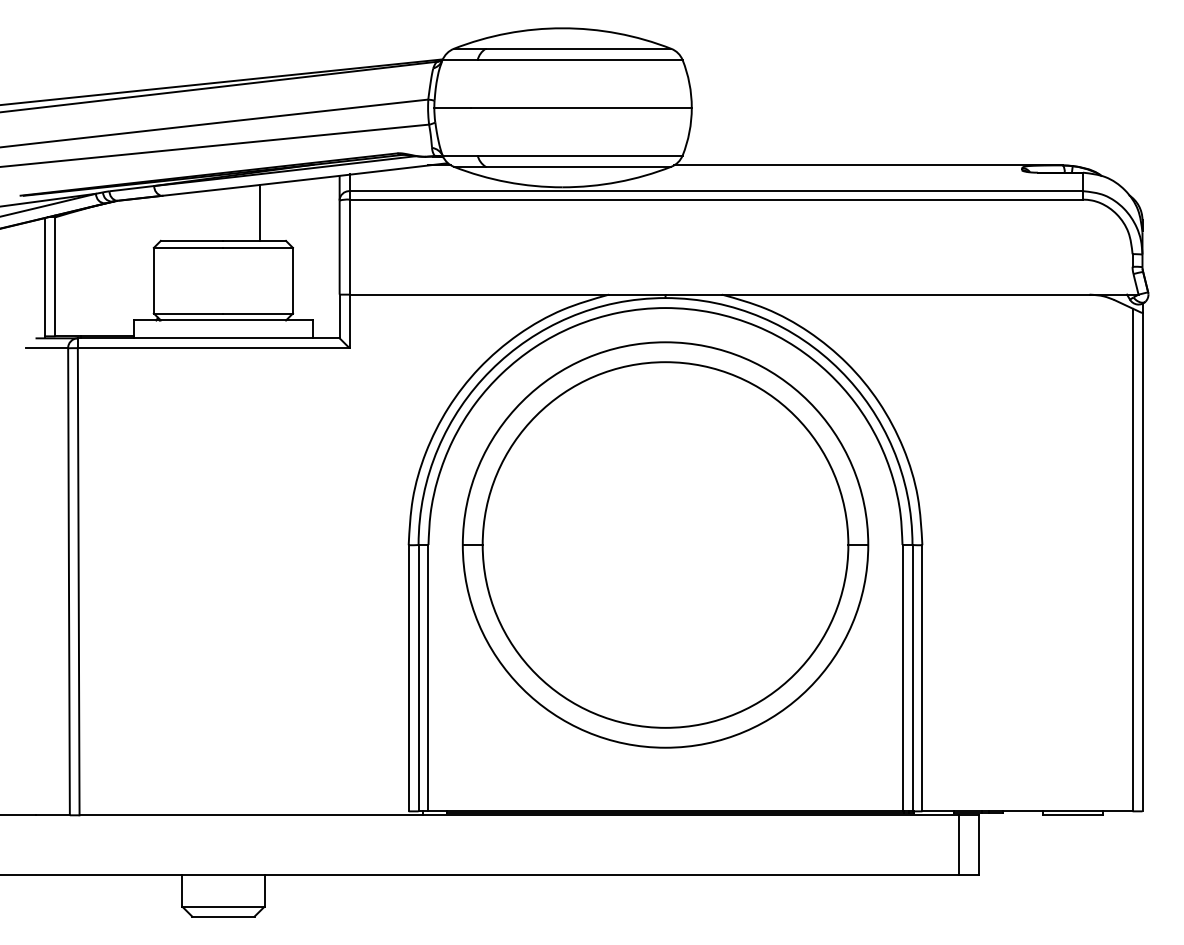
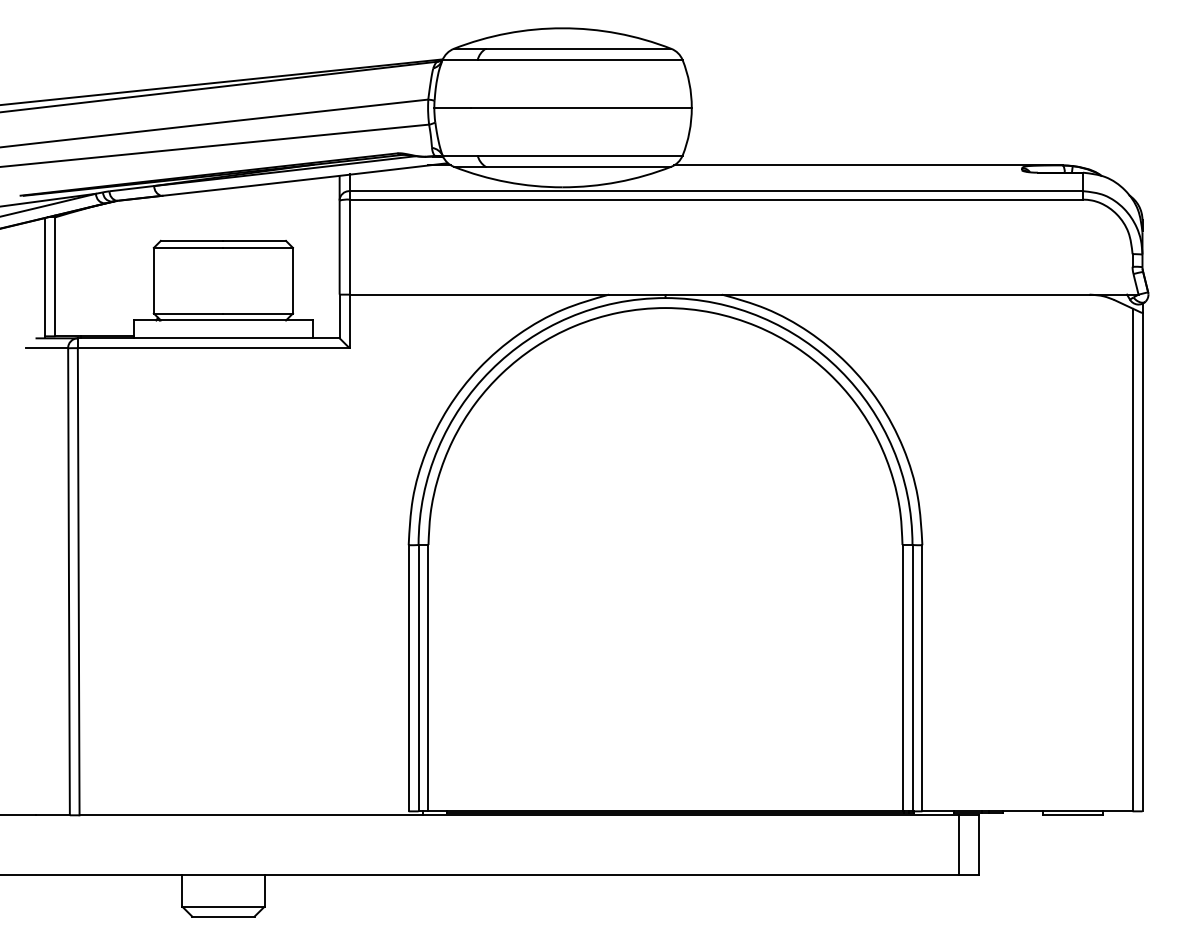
line at (260, 212): present -> none
part at (665, 544): present -> none
